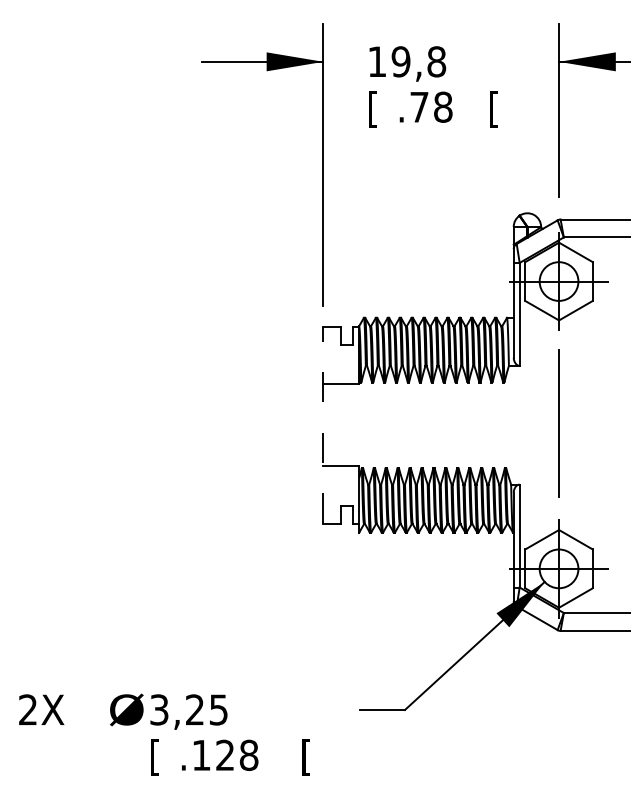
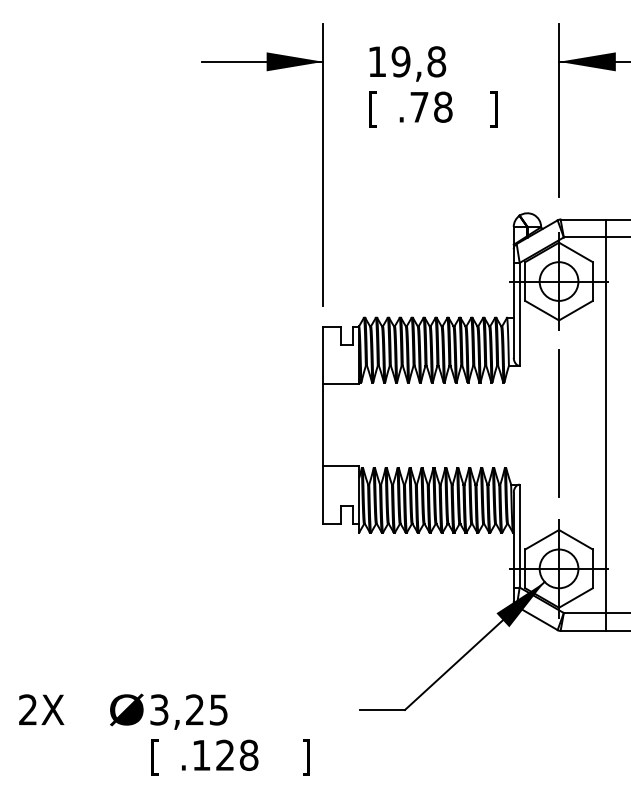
text at (493, 109): [ -> ]
line at (323, 424): dashed -> solid
line at (605, 424): none -> present
text at (305, 757): [ -> ]
